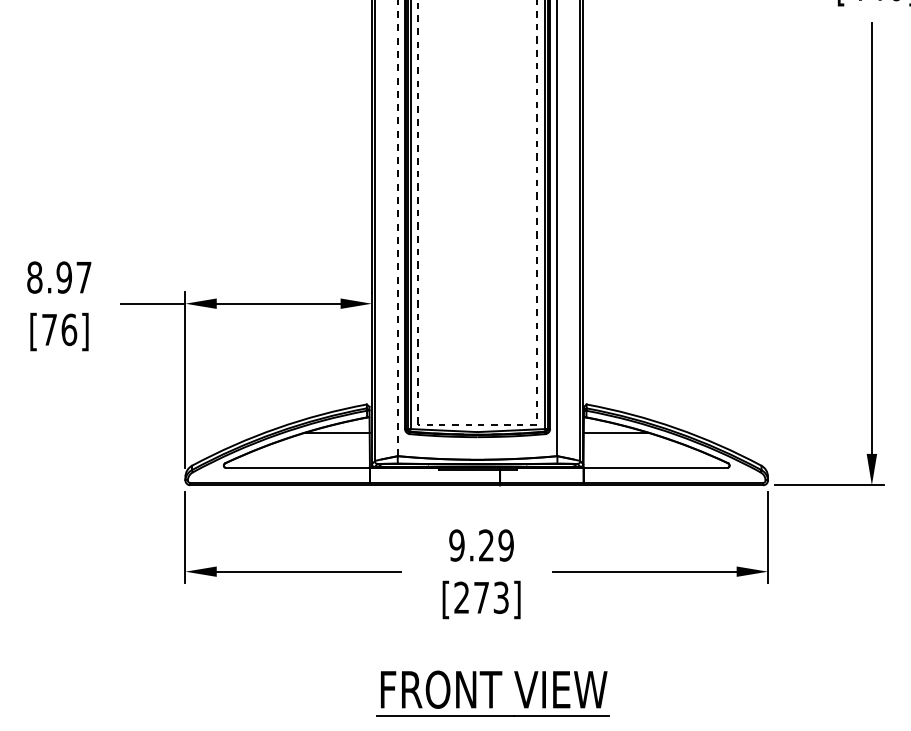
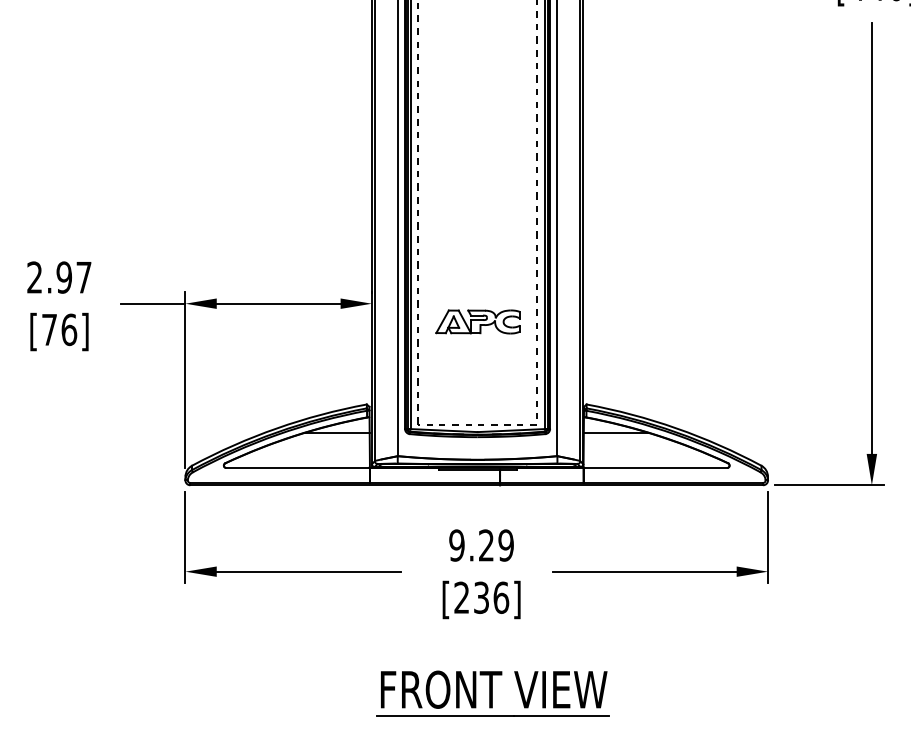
line at (397, 228): dashed -> solid
text at (34, 277): 8.97 -> 2.97
part at (477, 321): none -> present
text at (491, 597): [273] -> [236]
